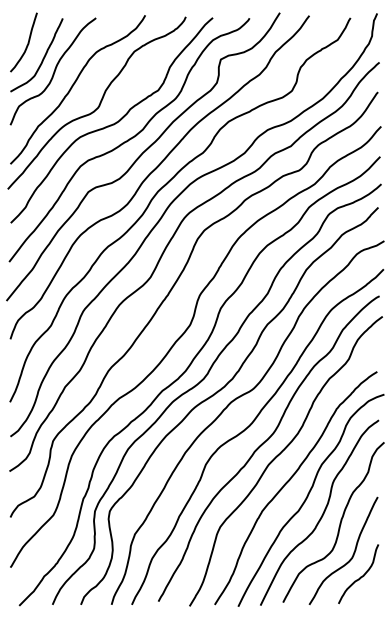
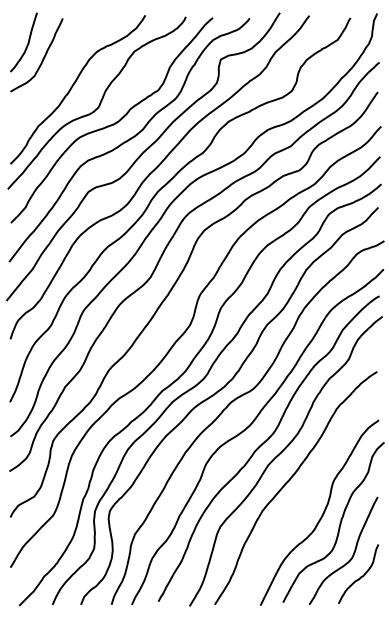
curve at (53, 71): present -> none
curve at (307, 498): present -> none
